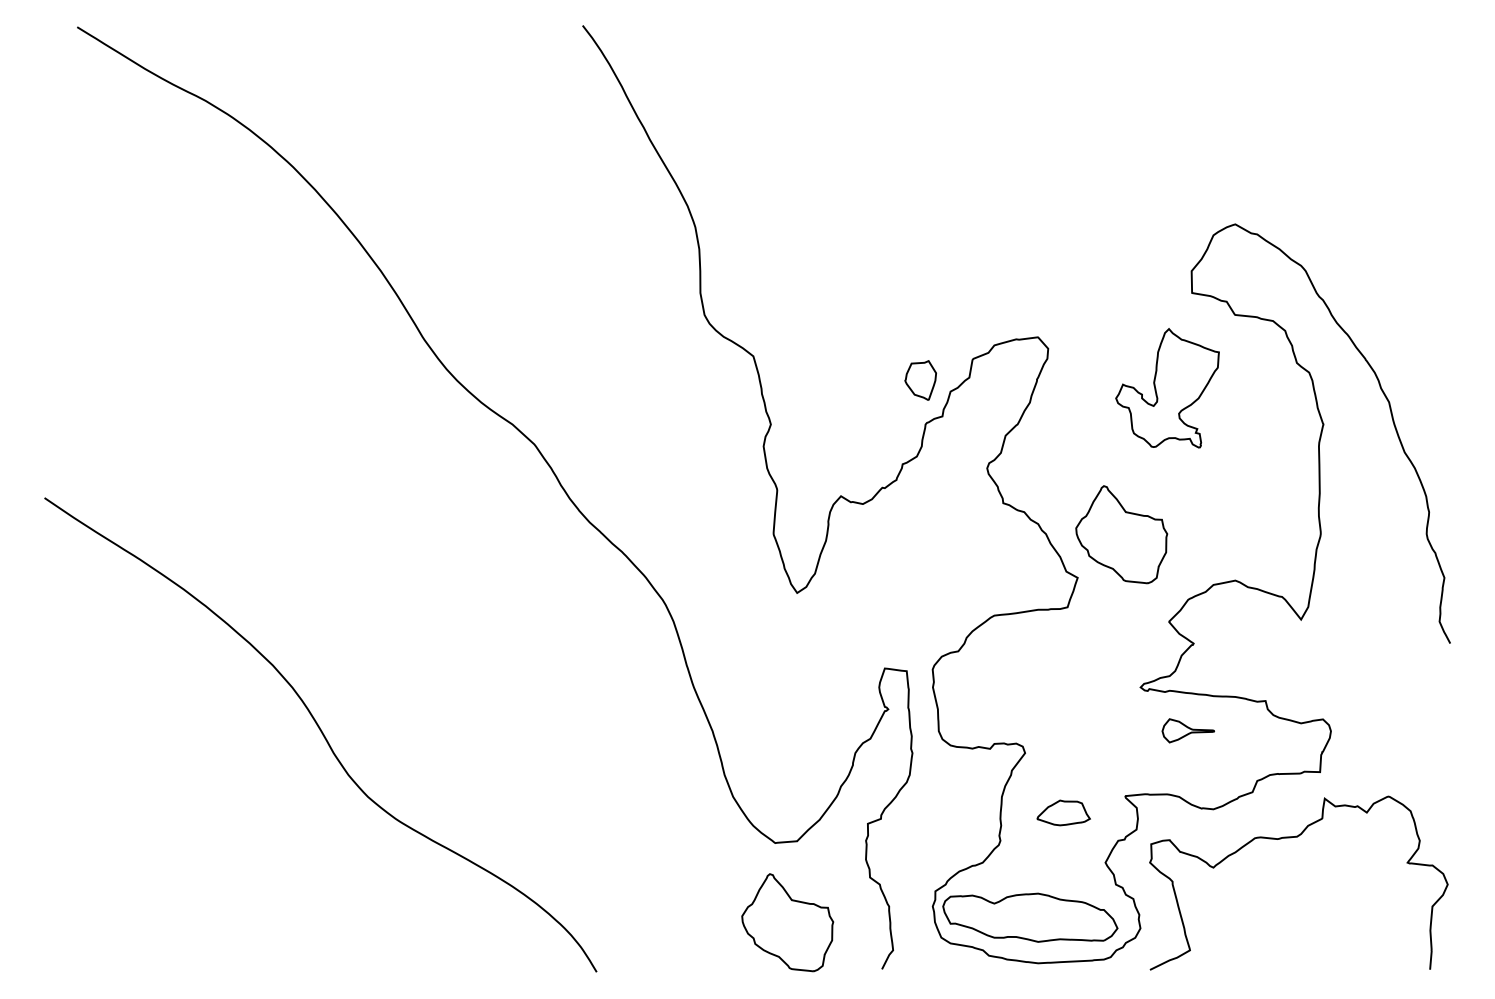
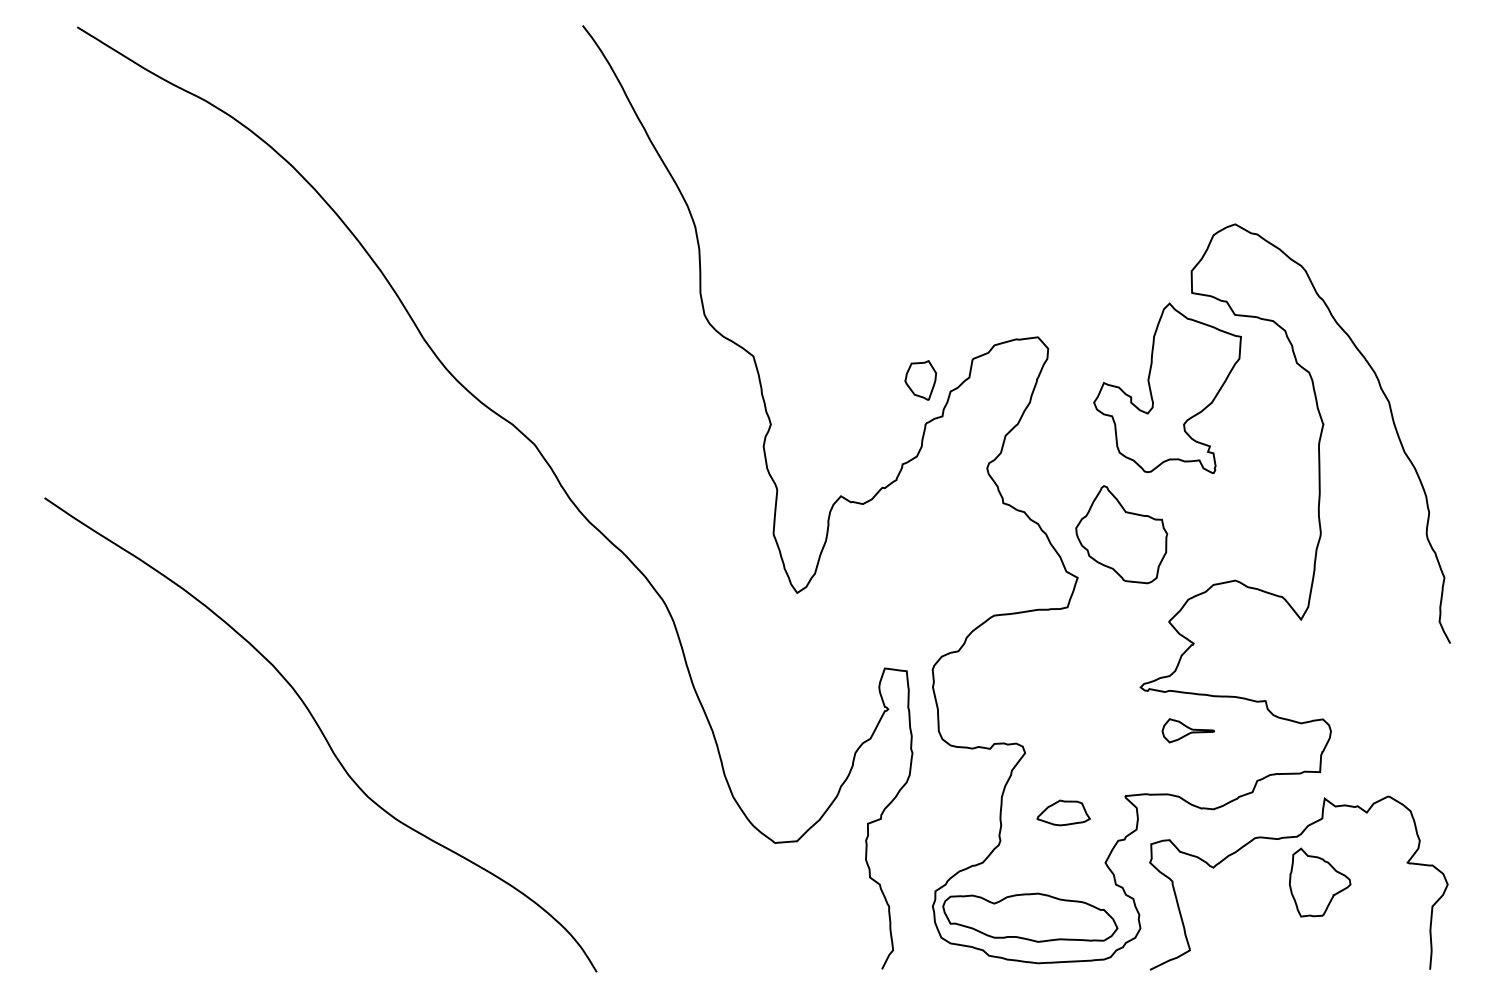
part at (1167, 388) size: 105x121 px -> 149x173 px
part at (1320, 882): none -> present
part at (787, 922): present -> none
